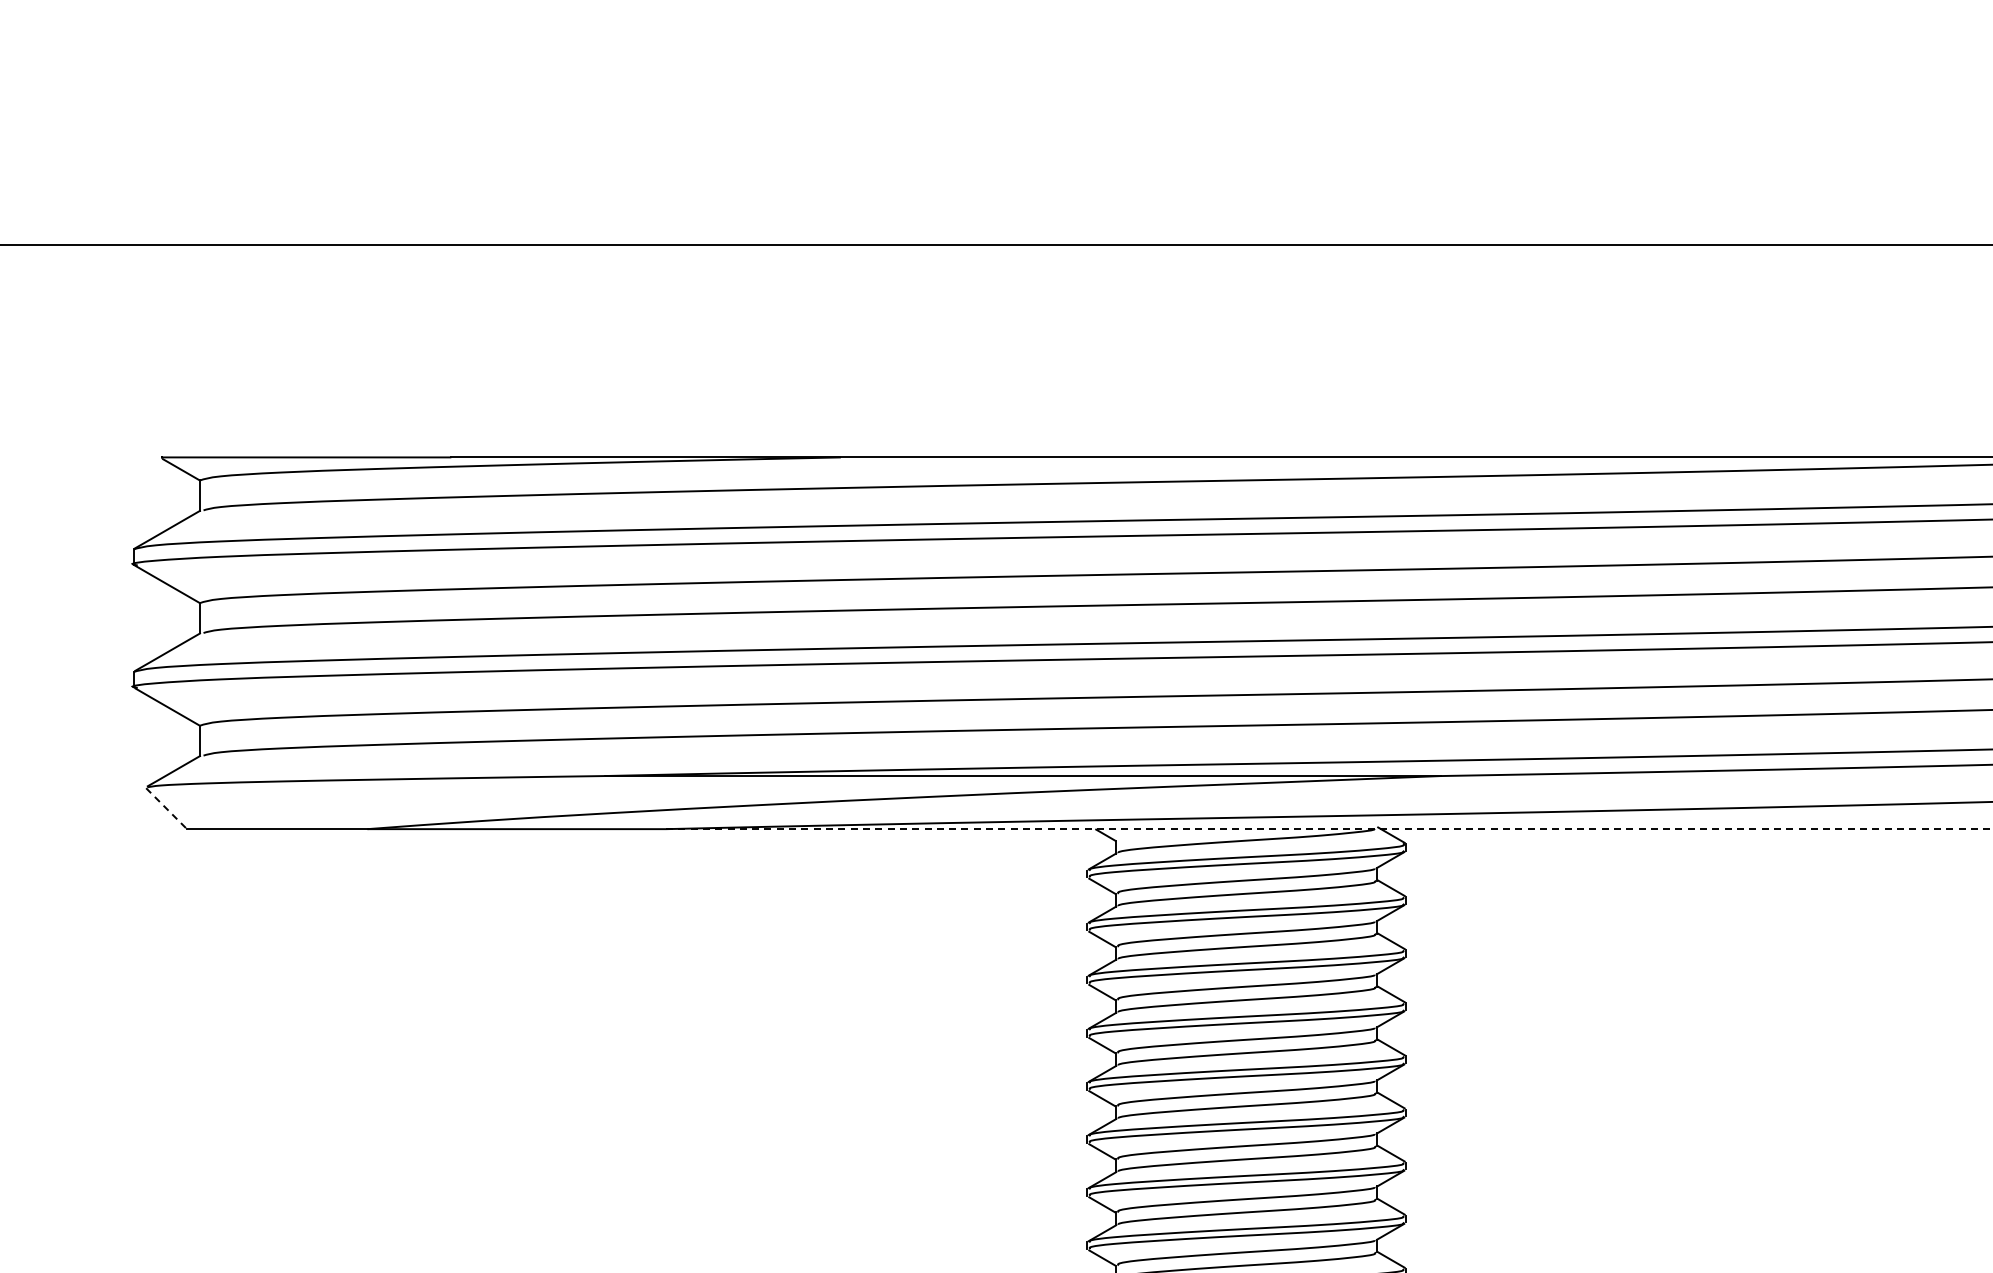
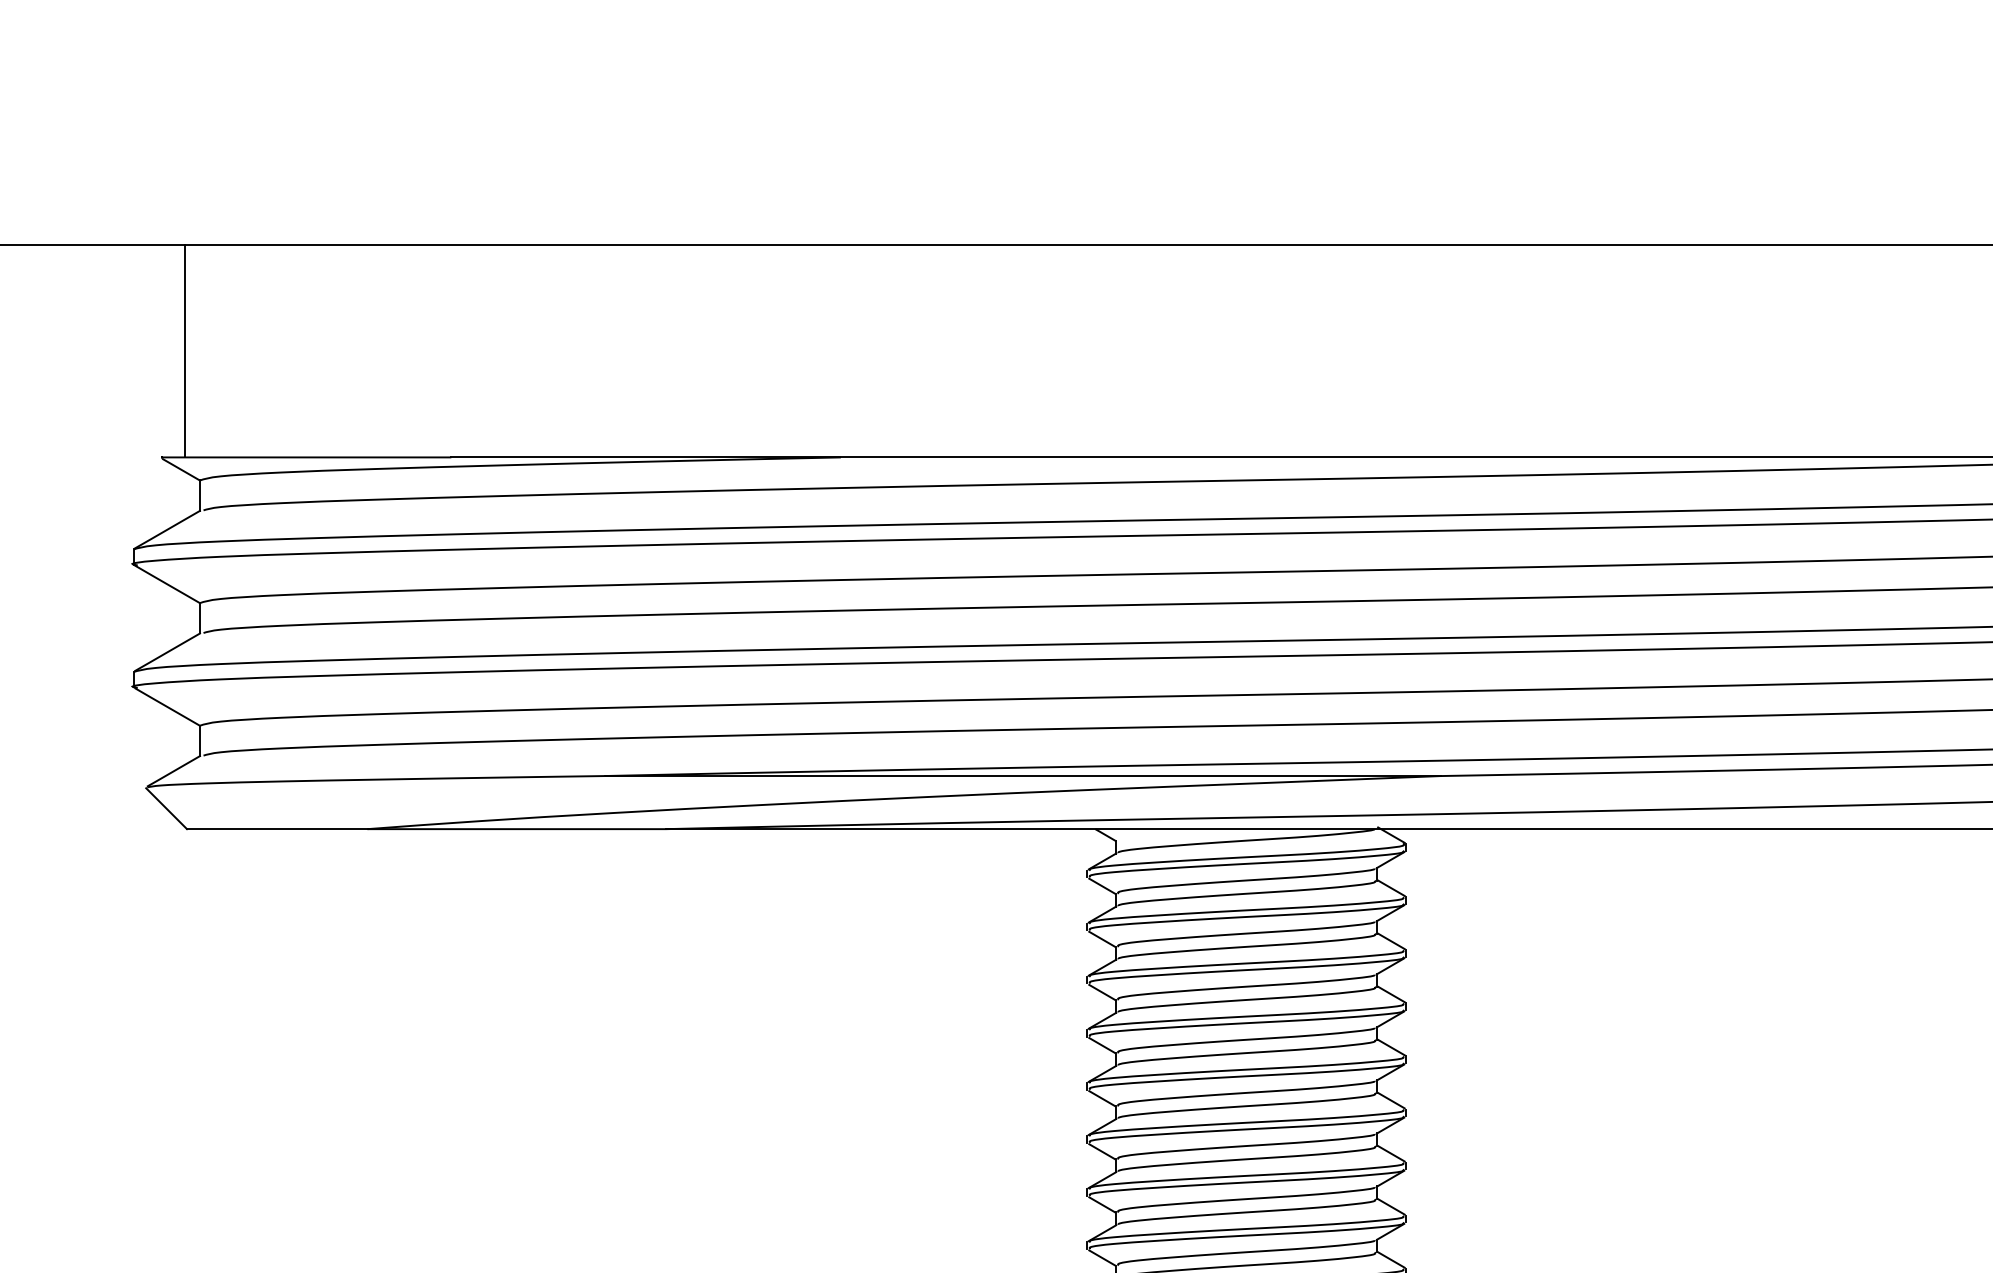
line at (184, 350): none -> present
line at (166, 808): dashed -> solid
line at (1329, 829): dashed -> solid
